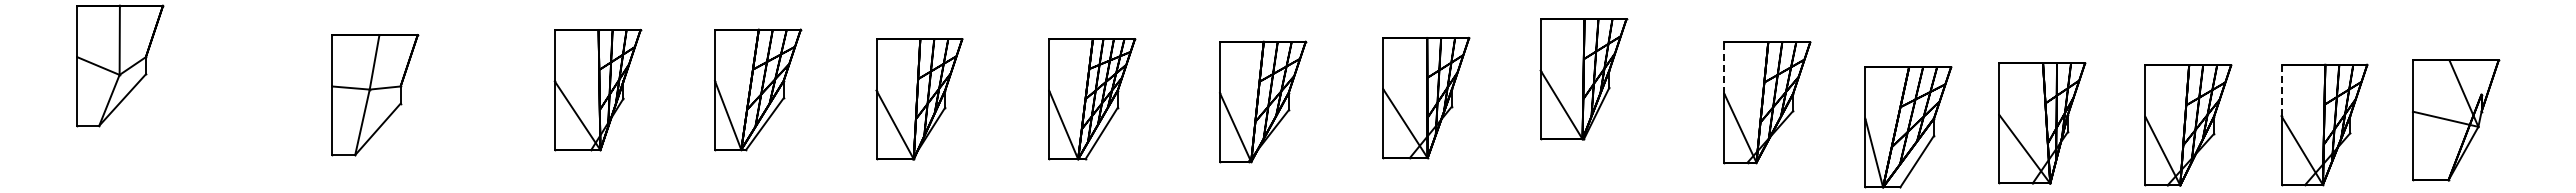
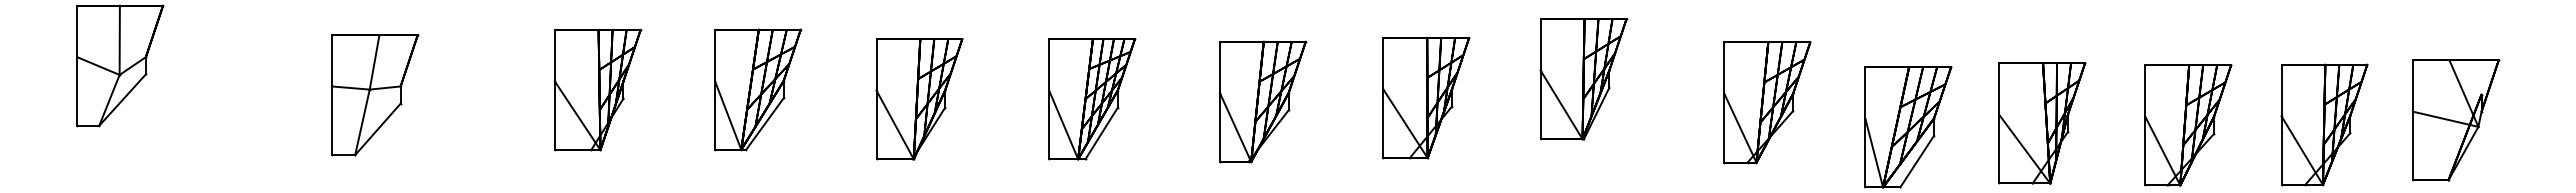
line at (1724, 68): dashed -> solid
line at (2281, 90): dashed -> solid
